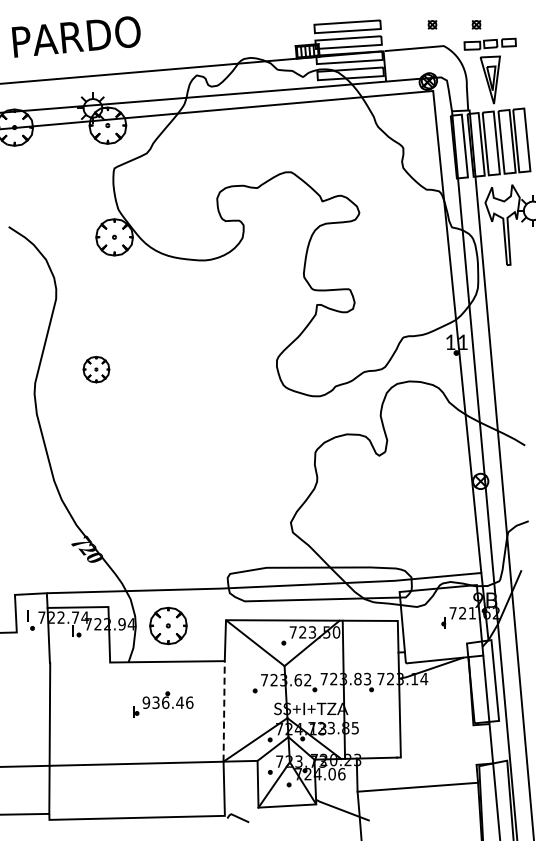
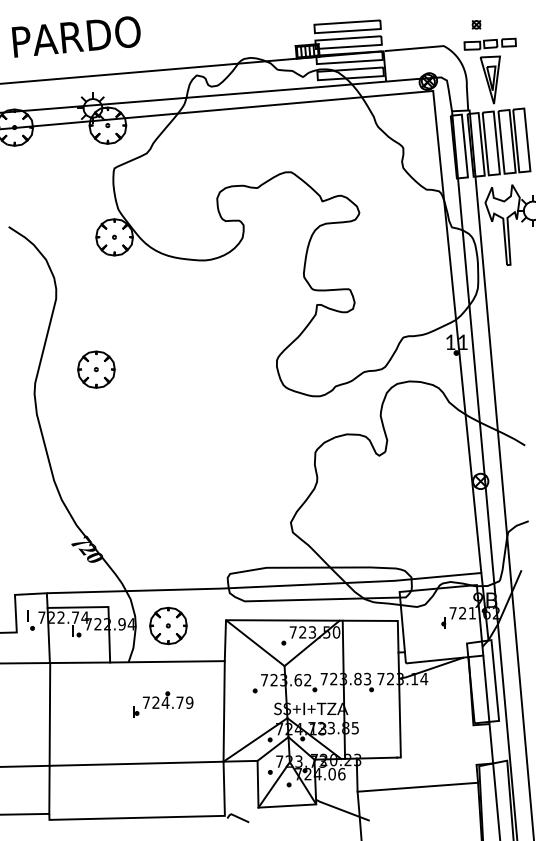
part at (432, 24): present -> none
part at (96, 369) size: 29x28 px -> 39x39 px
line at (56, 662): none -> present
text at (167, 702): 936.46 -> 724.79
line at (224, 710): dashed -> solid
